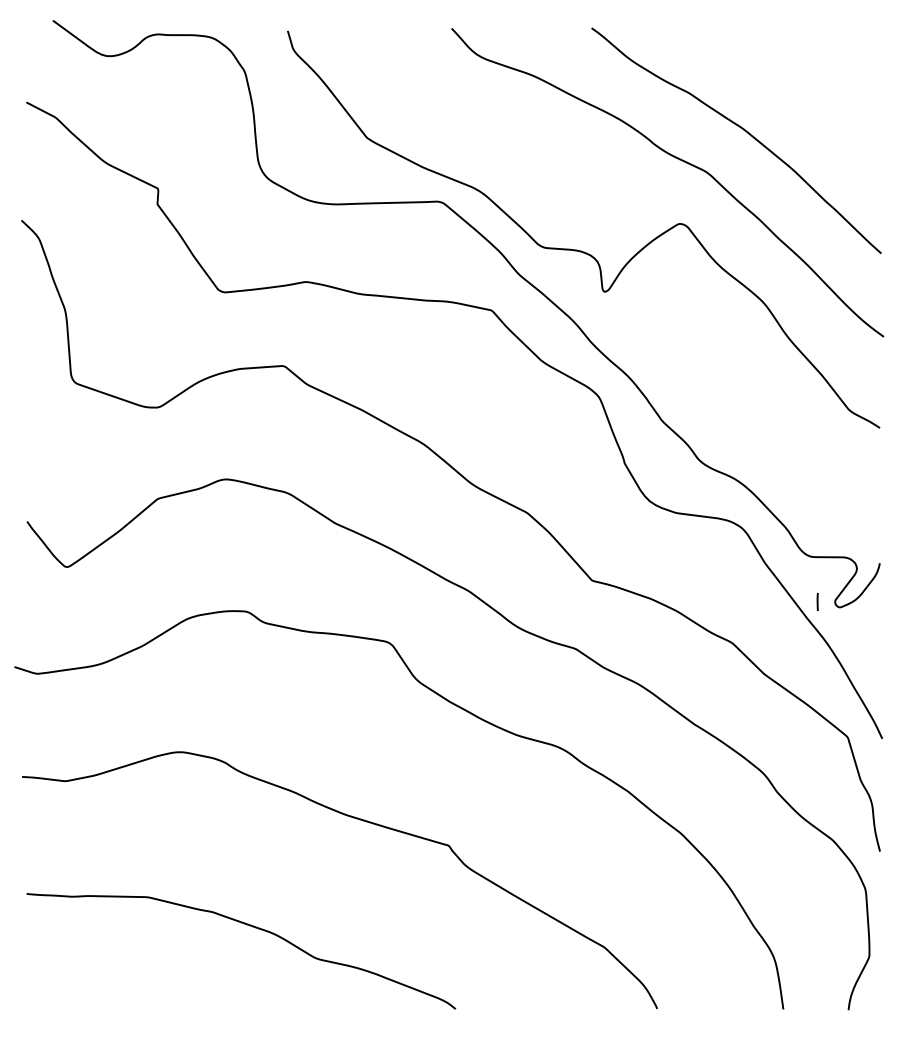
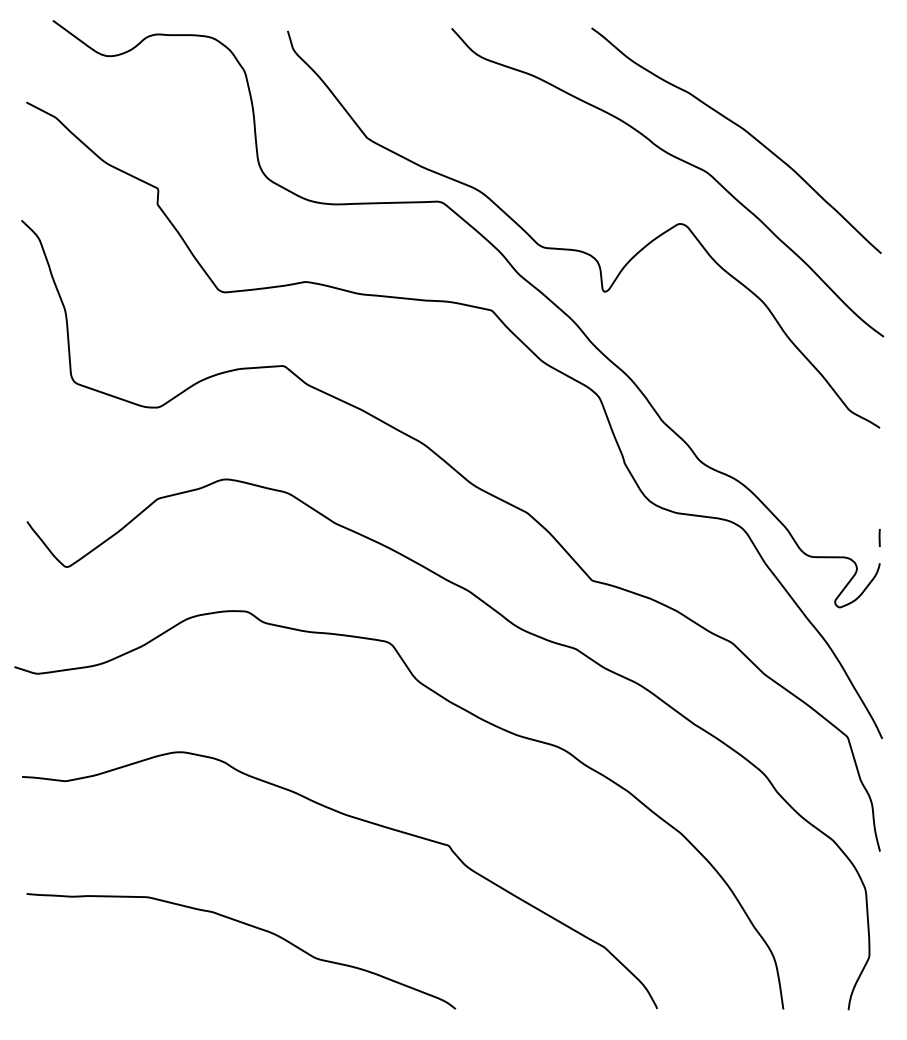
line at (817, 601) position: (817, 601) -> (879, 537)
